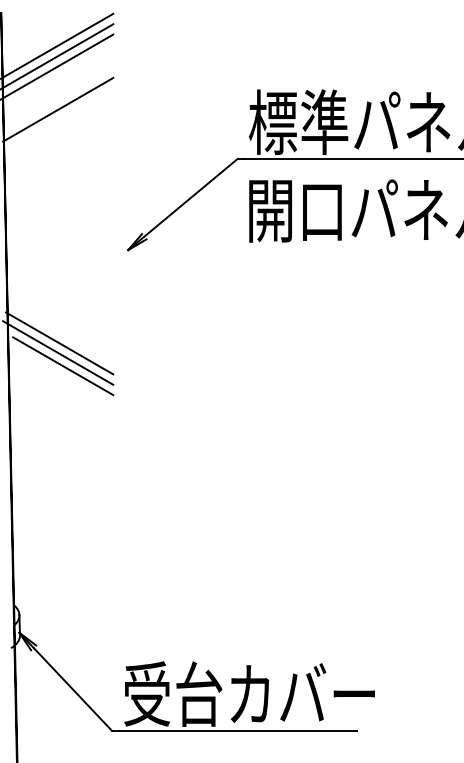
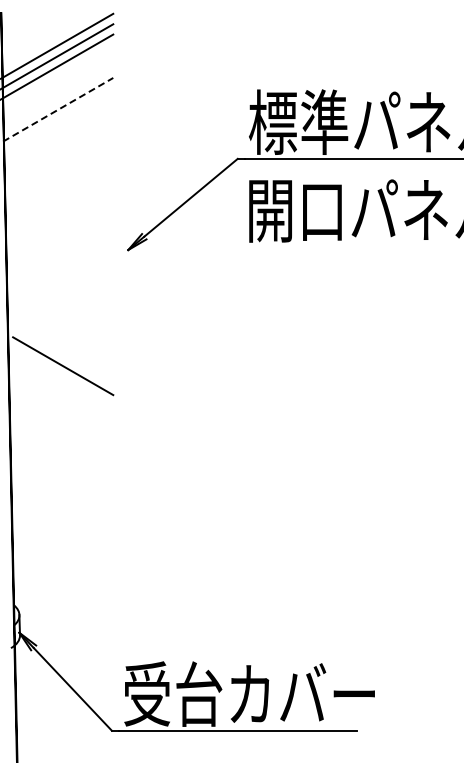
line at (58, 109): solid -> dashed
line at (59, 343): present -> none
line at (58, 352): present -> none
